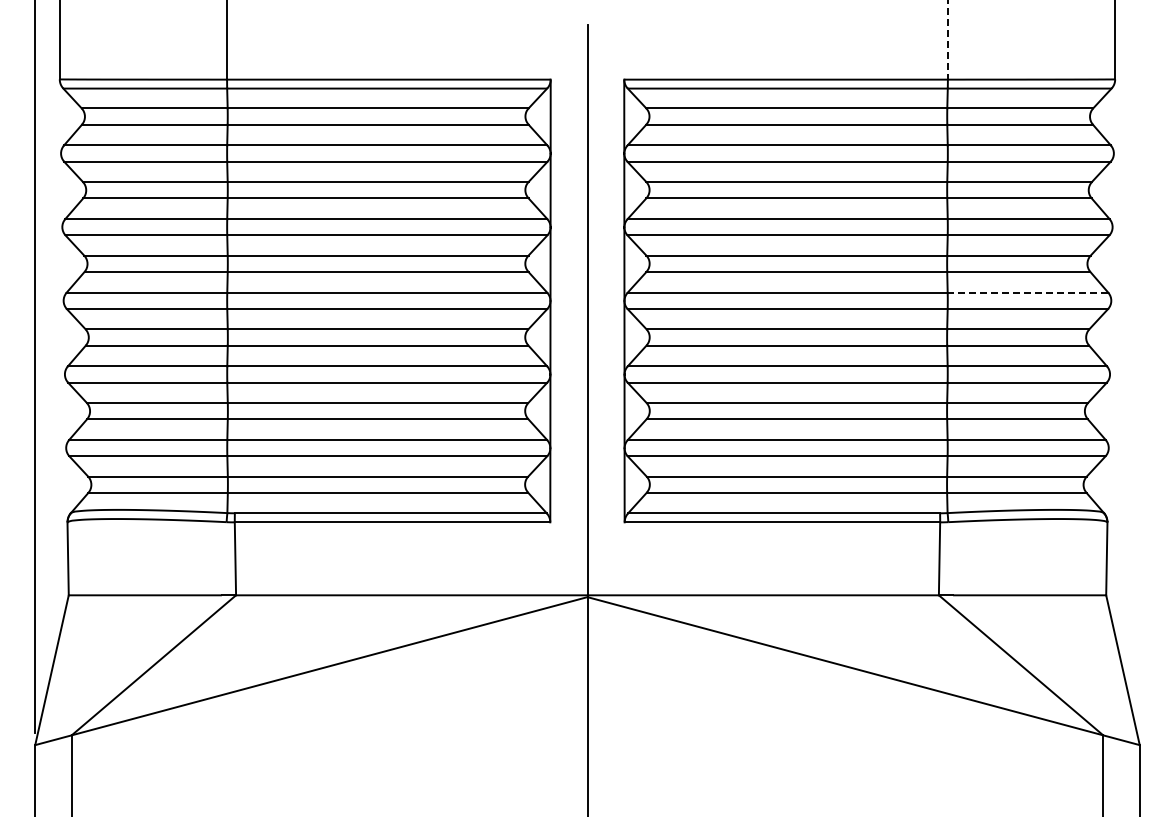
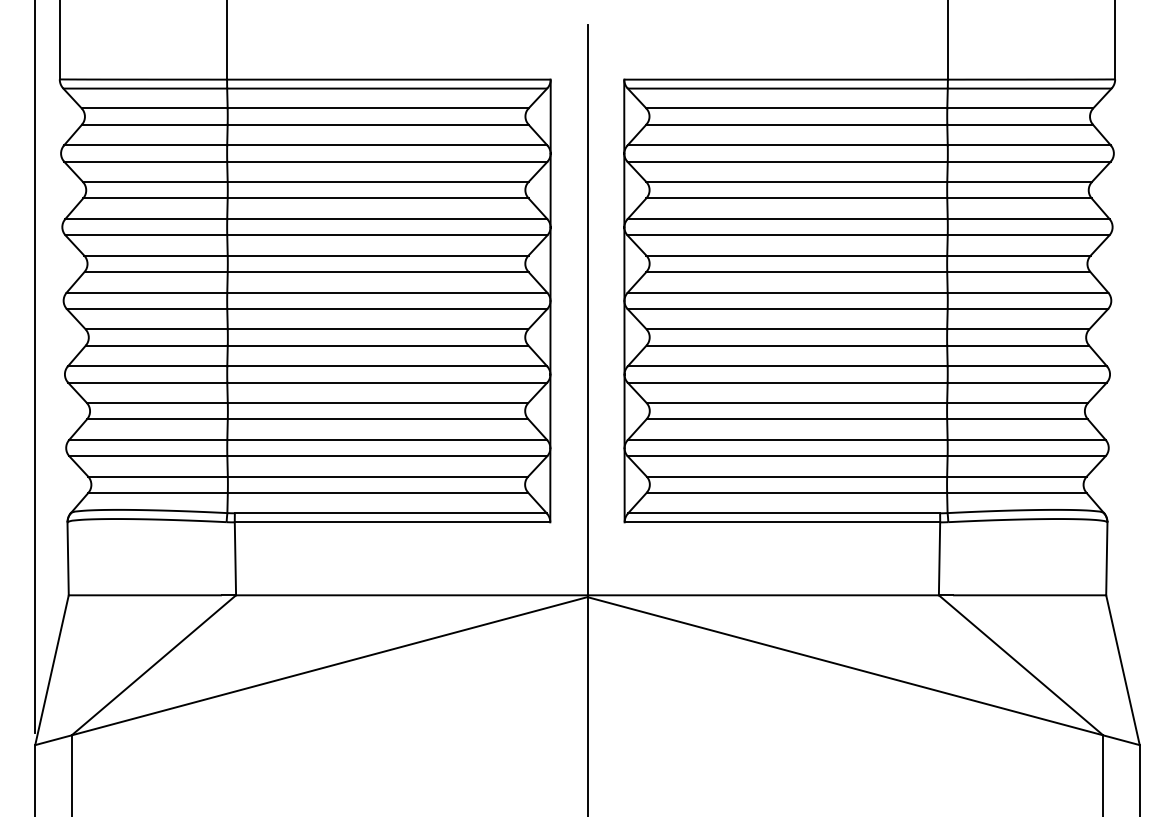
line at (947, 40): dashed -> solid
line at (1027, 292): dashed -> solid
